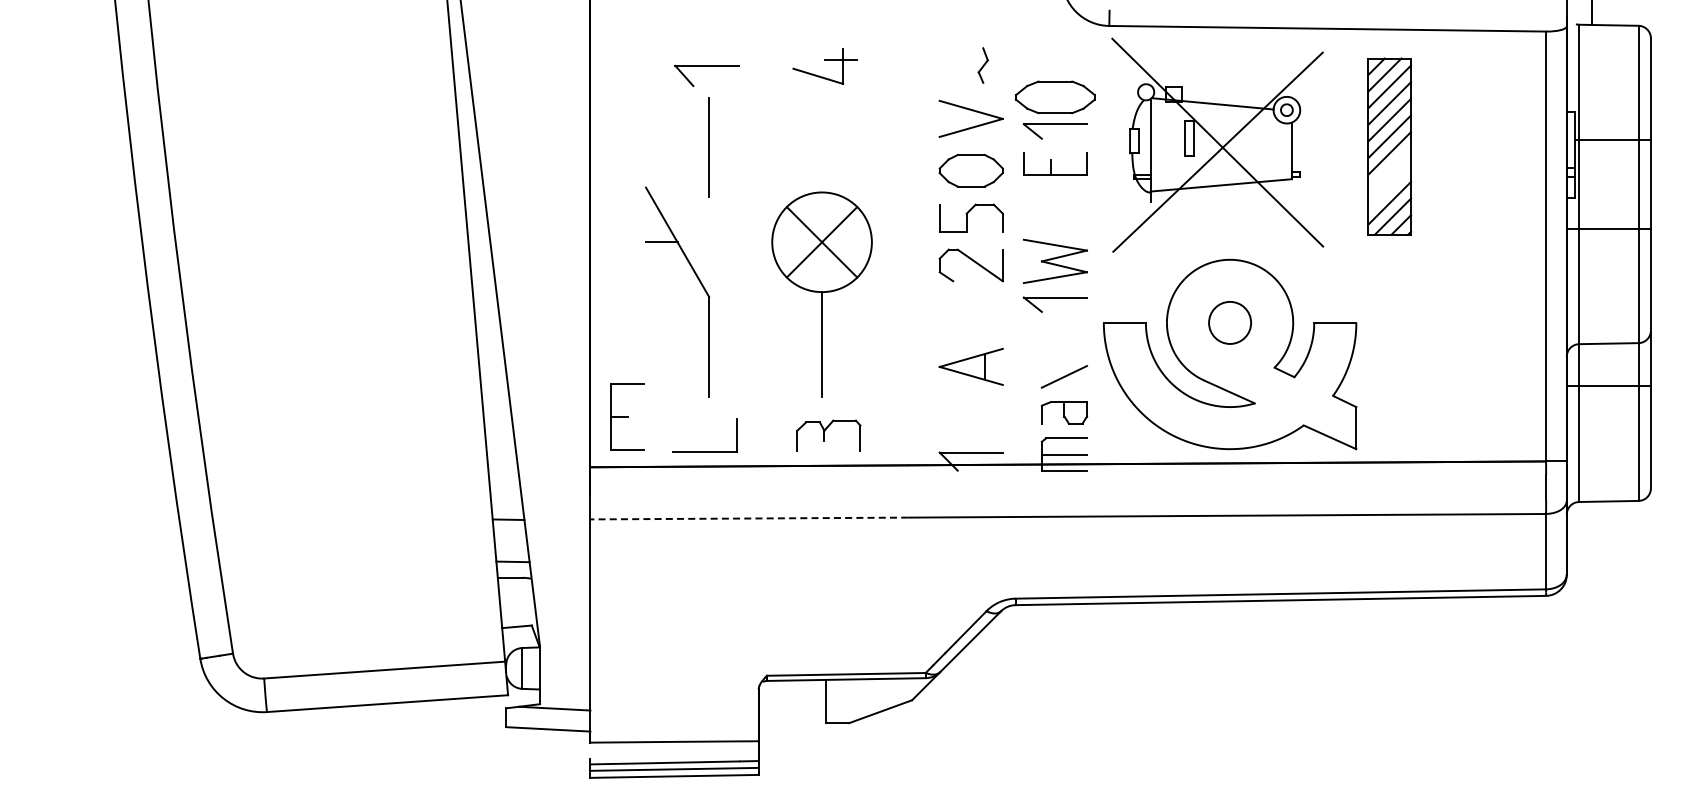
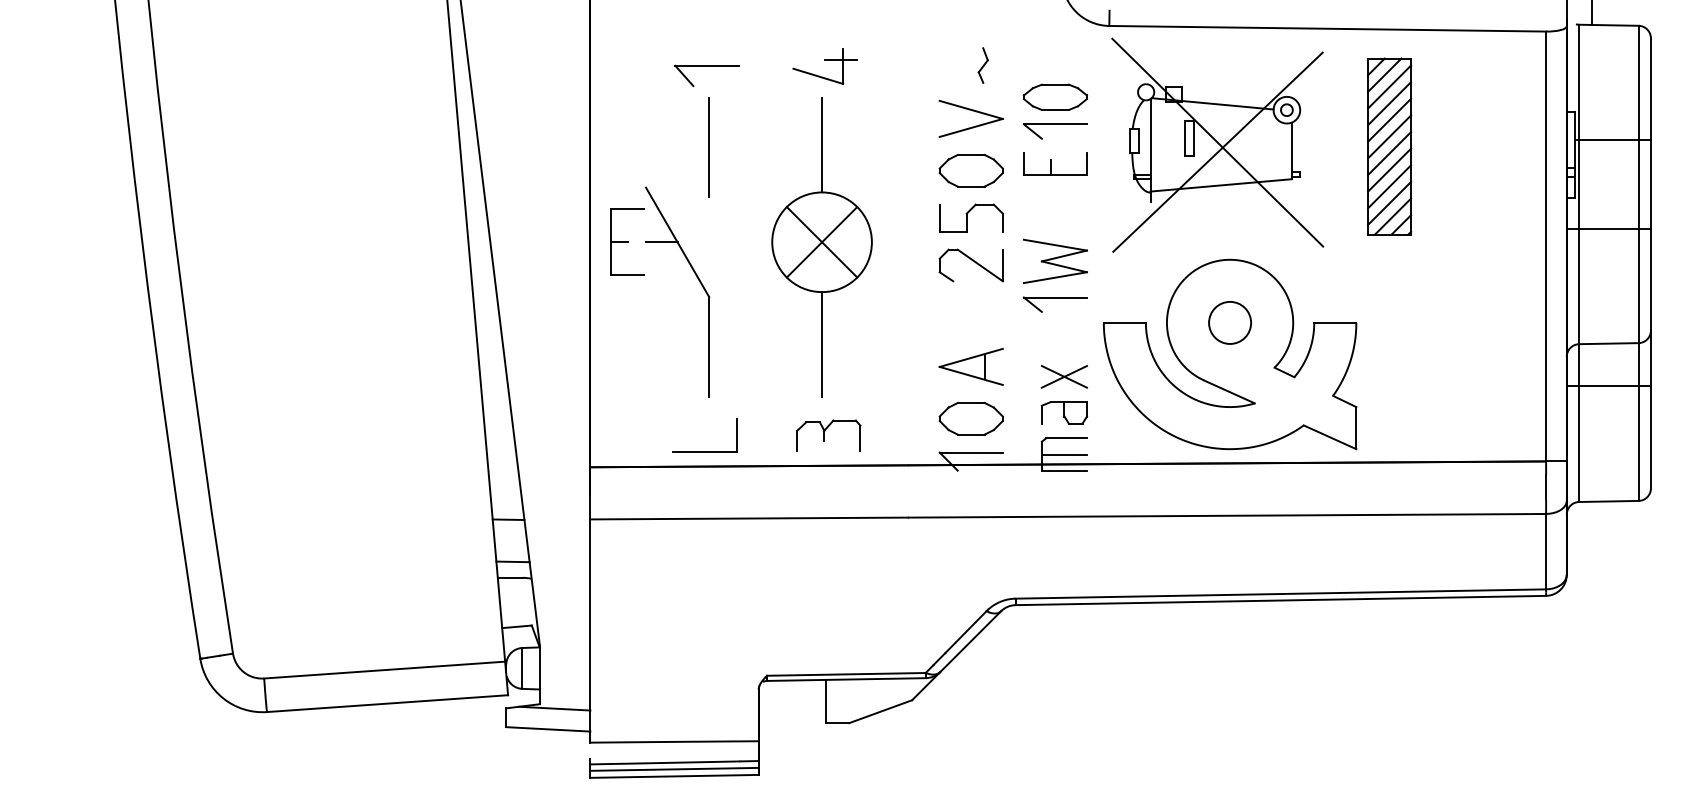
part at (1054, 97) size: 82x35 px -> 67x28 px
line at (822, 144): none -> present
line at (1389, 169): none -> present
line at (1389, 186): none -> present
line at (1064, 376): none -> present
part at (627, 416) position: (627, 416) -> (627, 241)
part at (970, 418): none -> present
line at (749, 518): dashed -> solid
